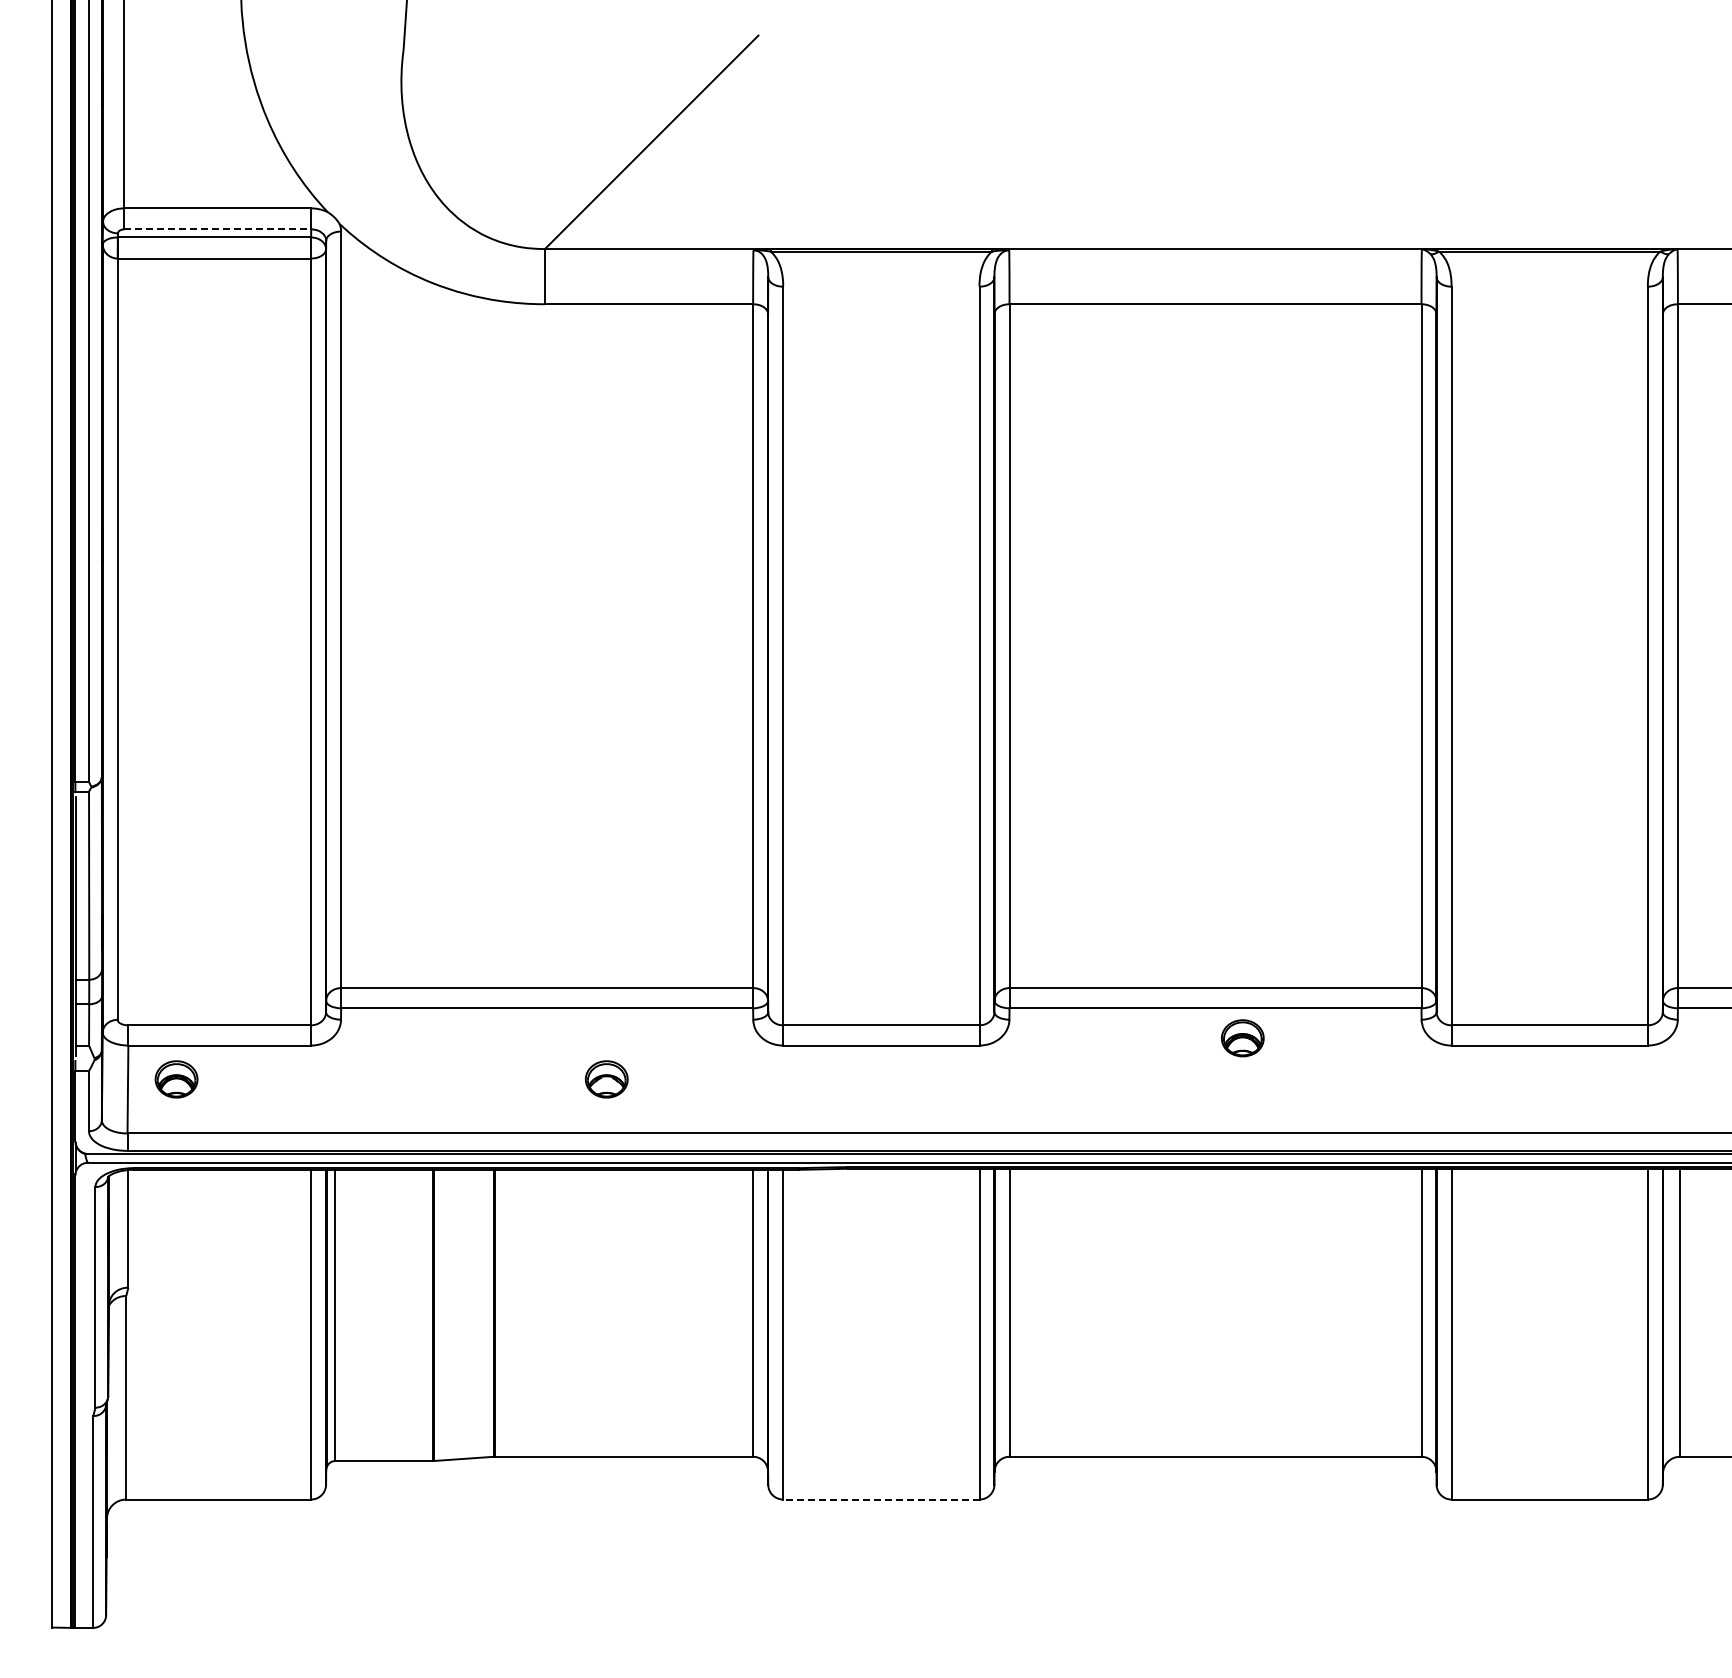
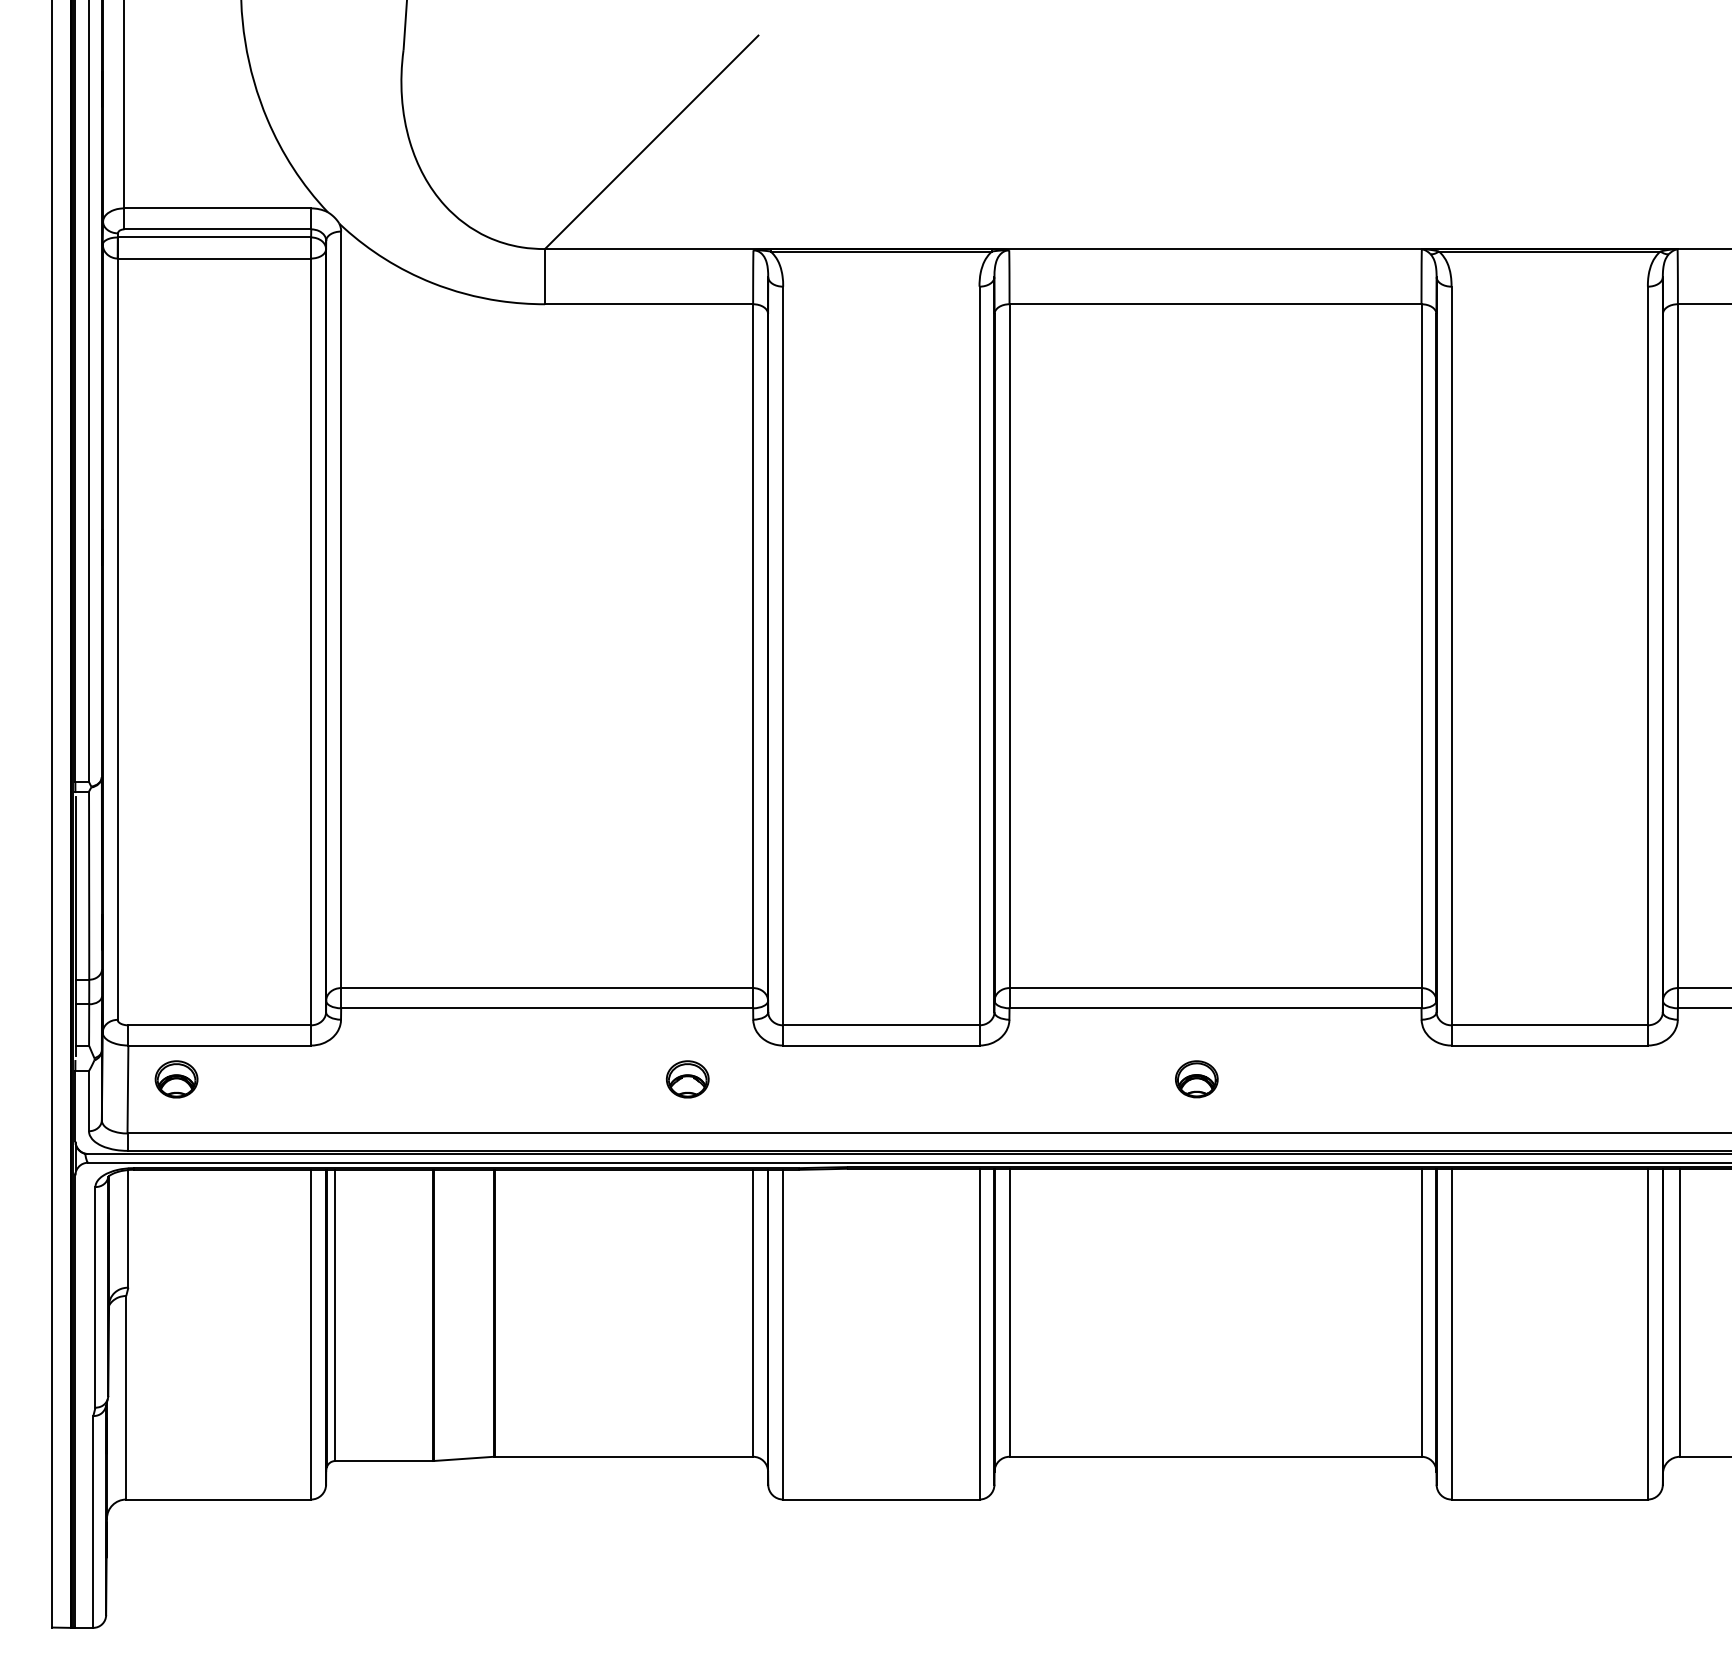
line at (218, 229): dashed -> solid
part at (1242, 1038) position: (1242, 1038) -> (1196, 1079)
part at (606, 1079) position: (606, 1079) -> (687, 1079)
line at (880, 1499): dashed -> solid
